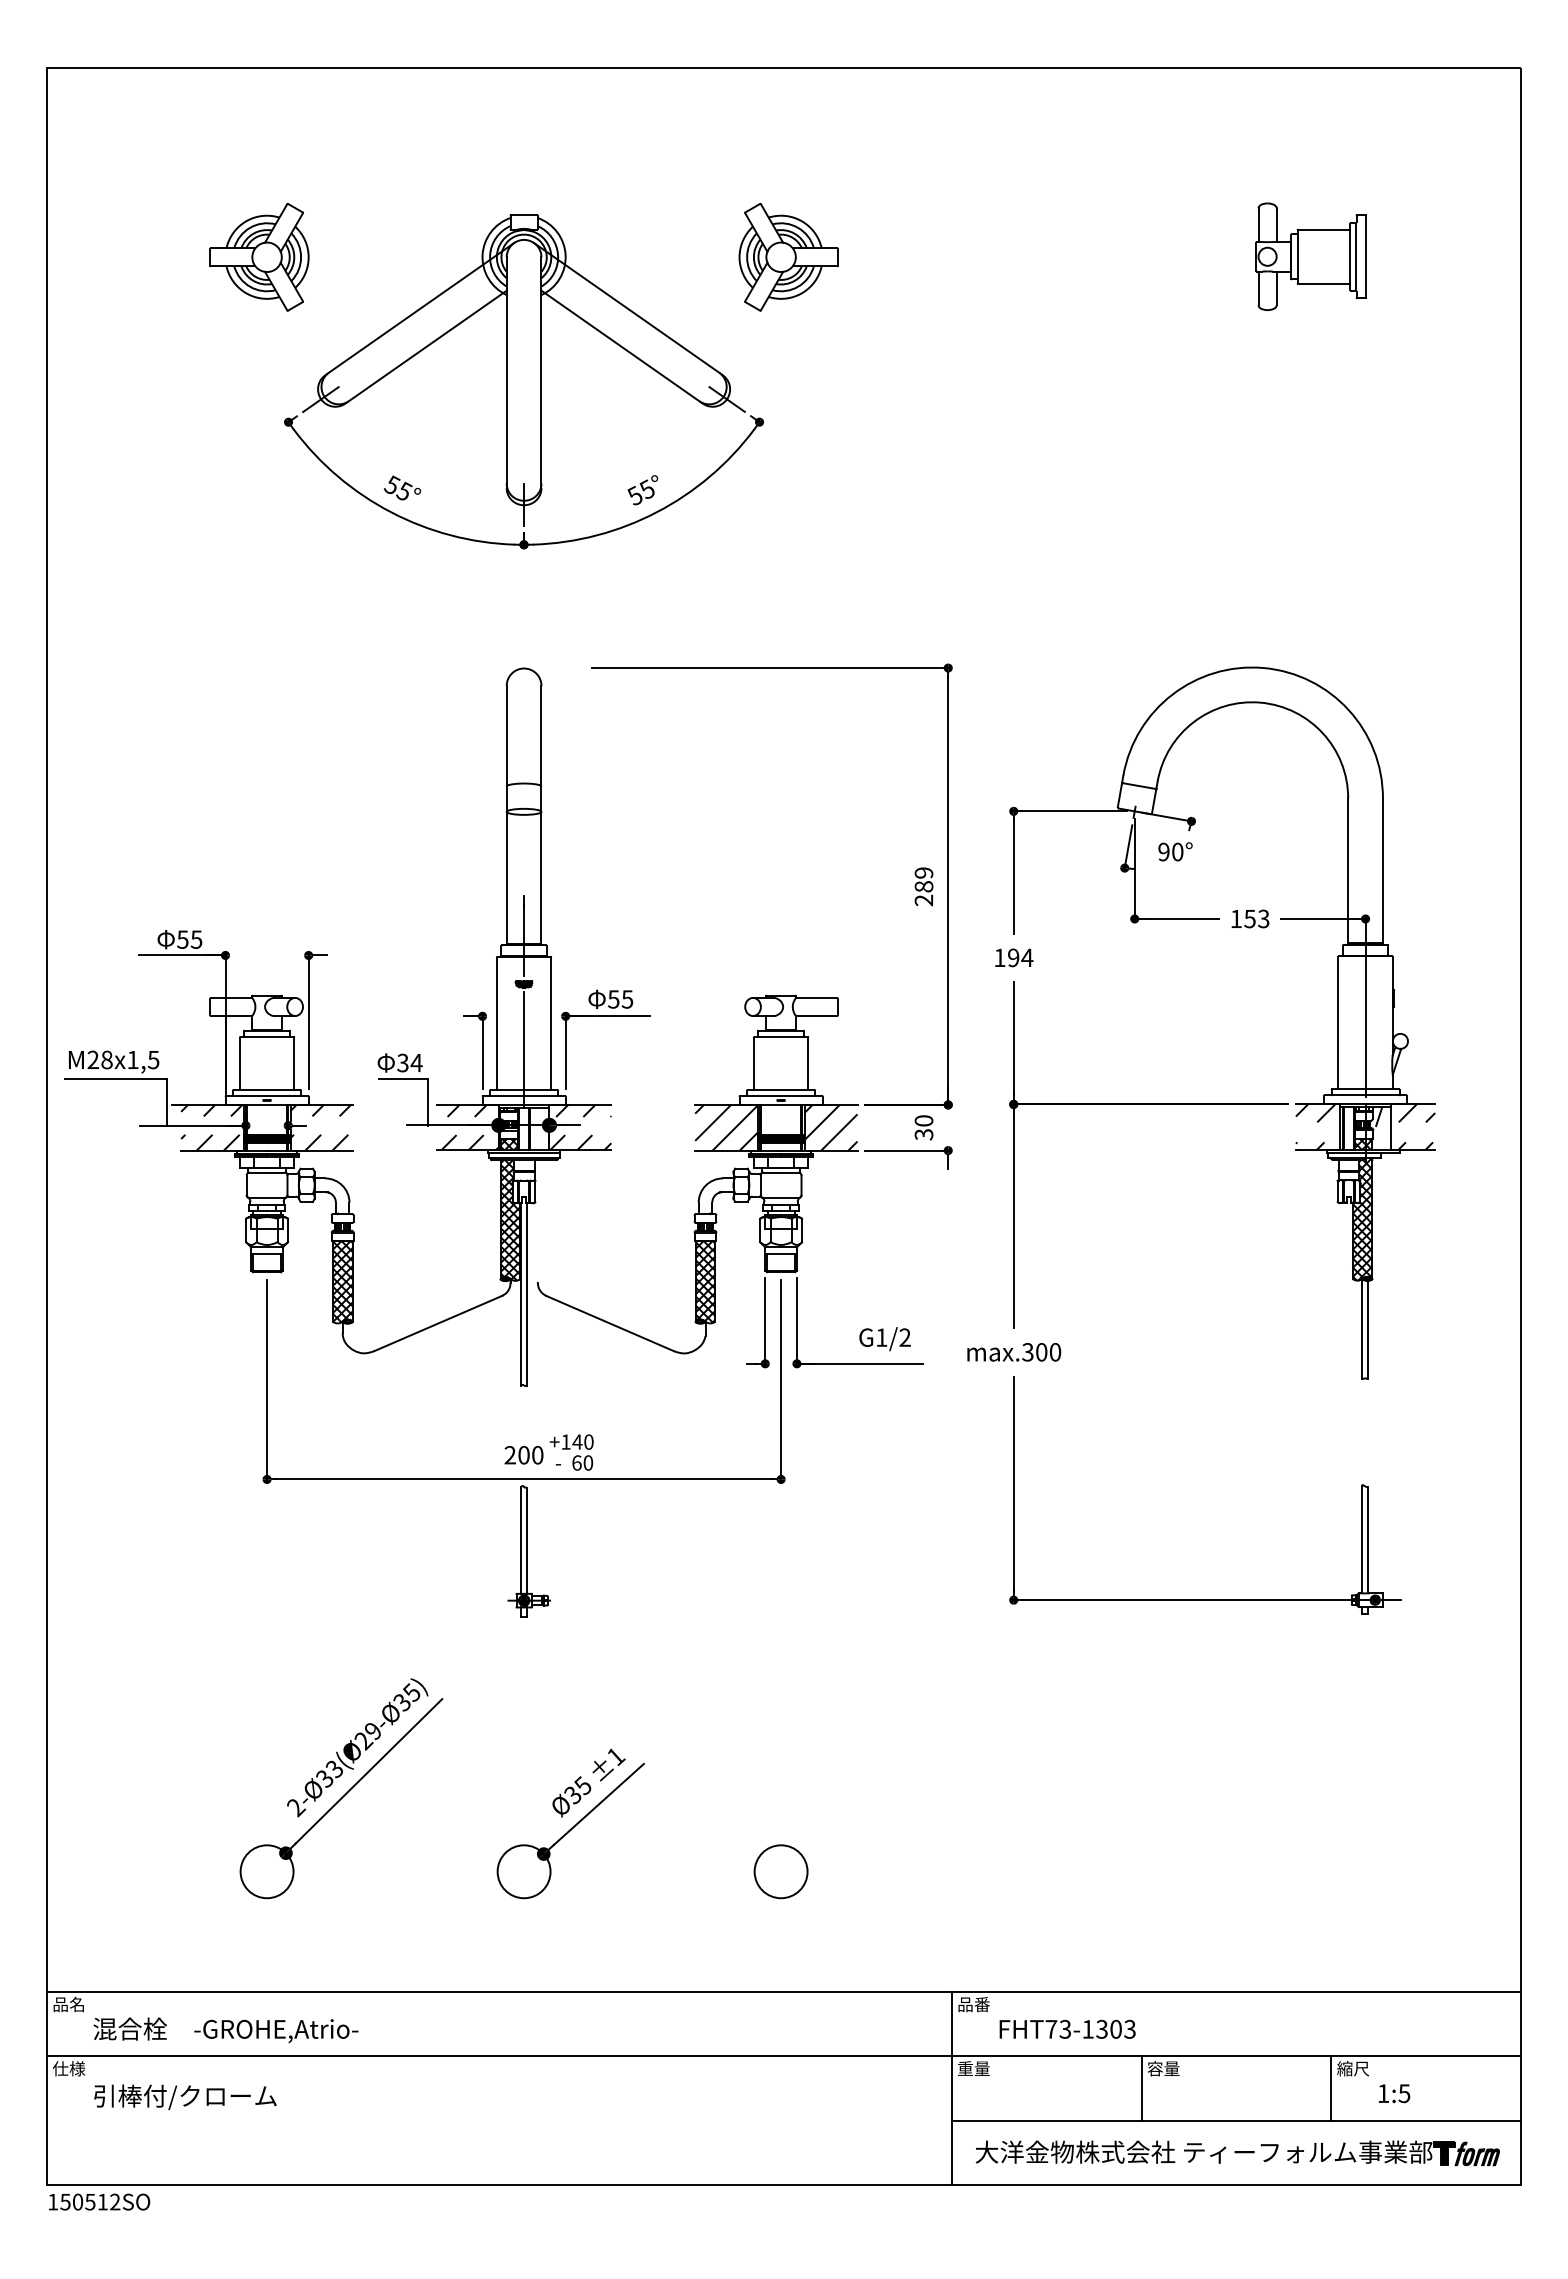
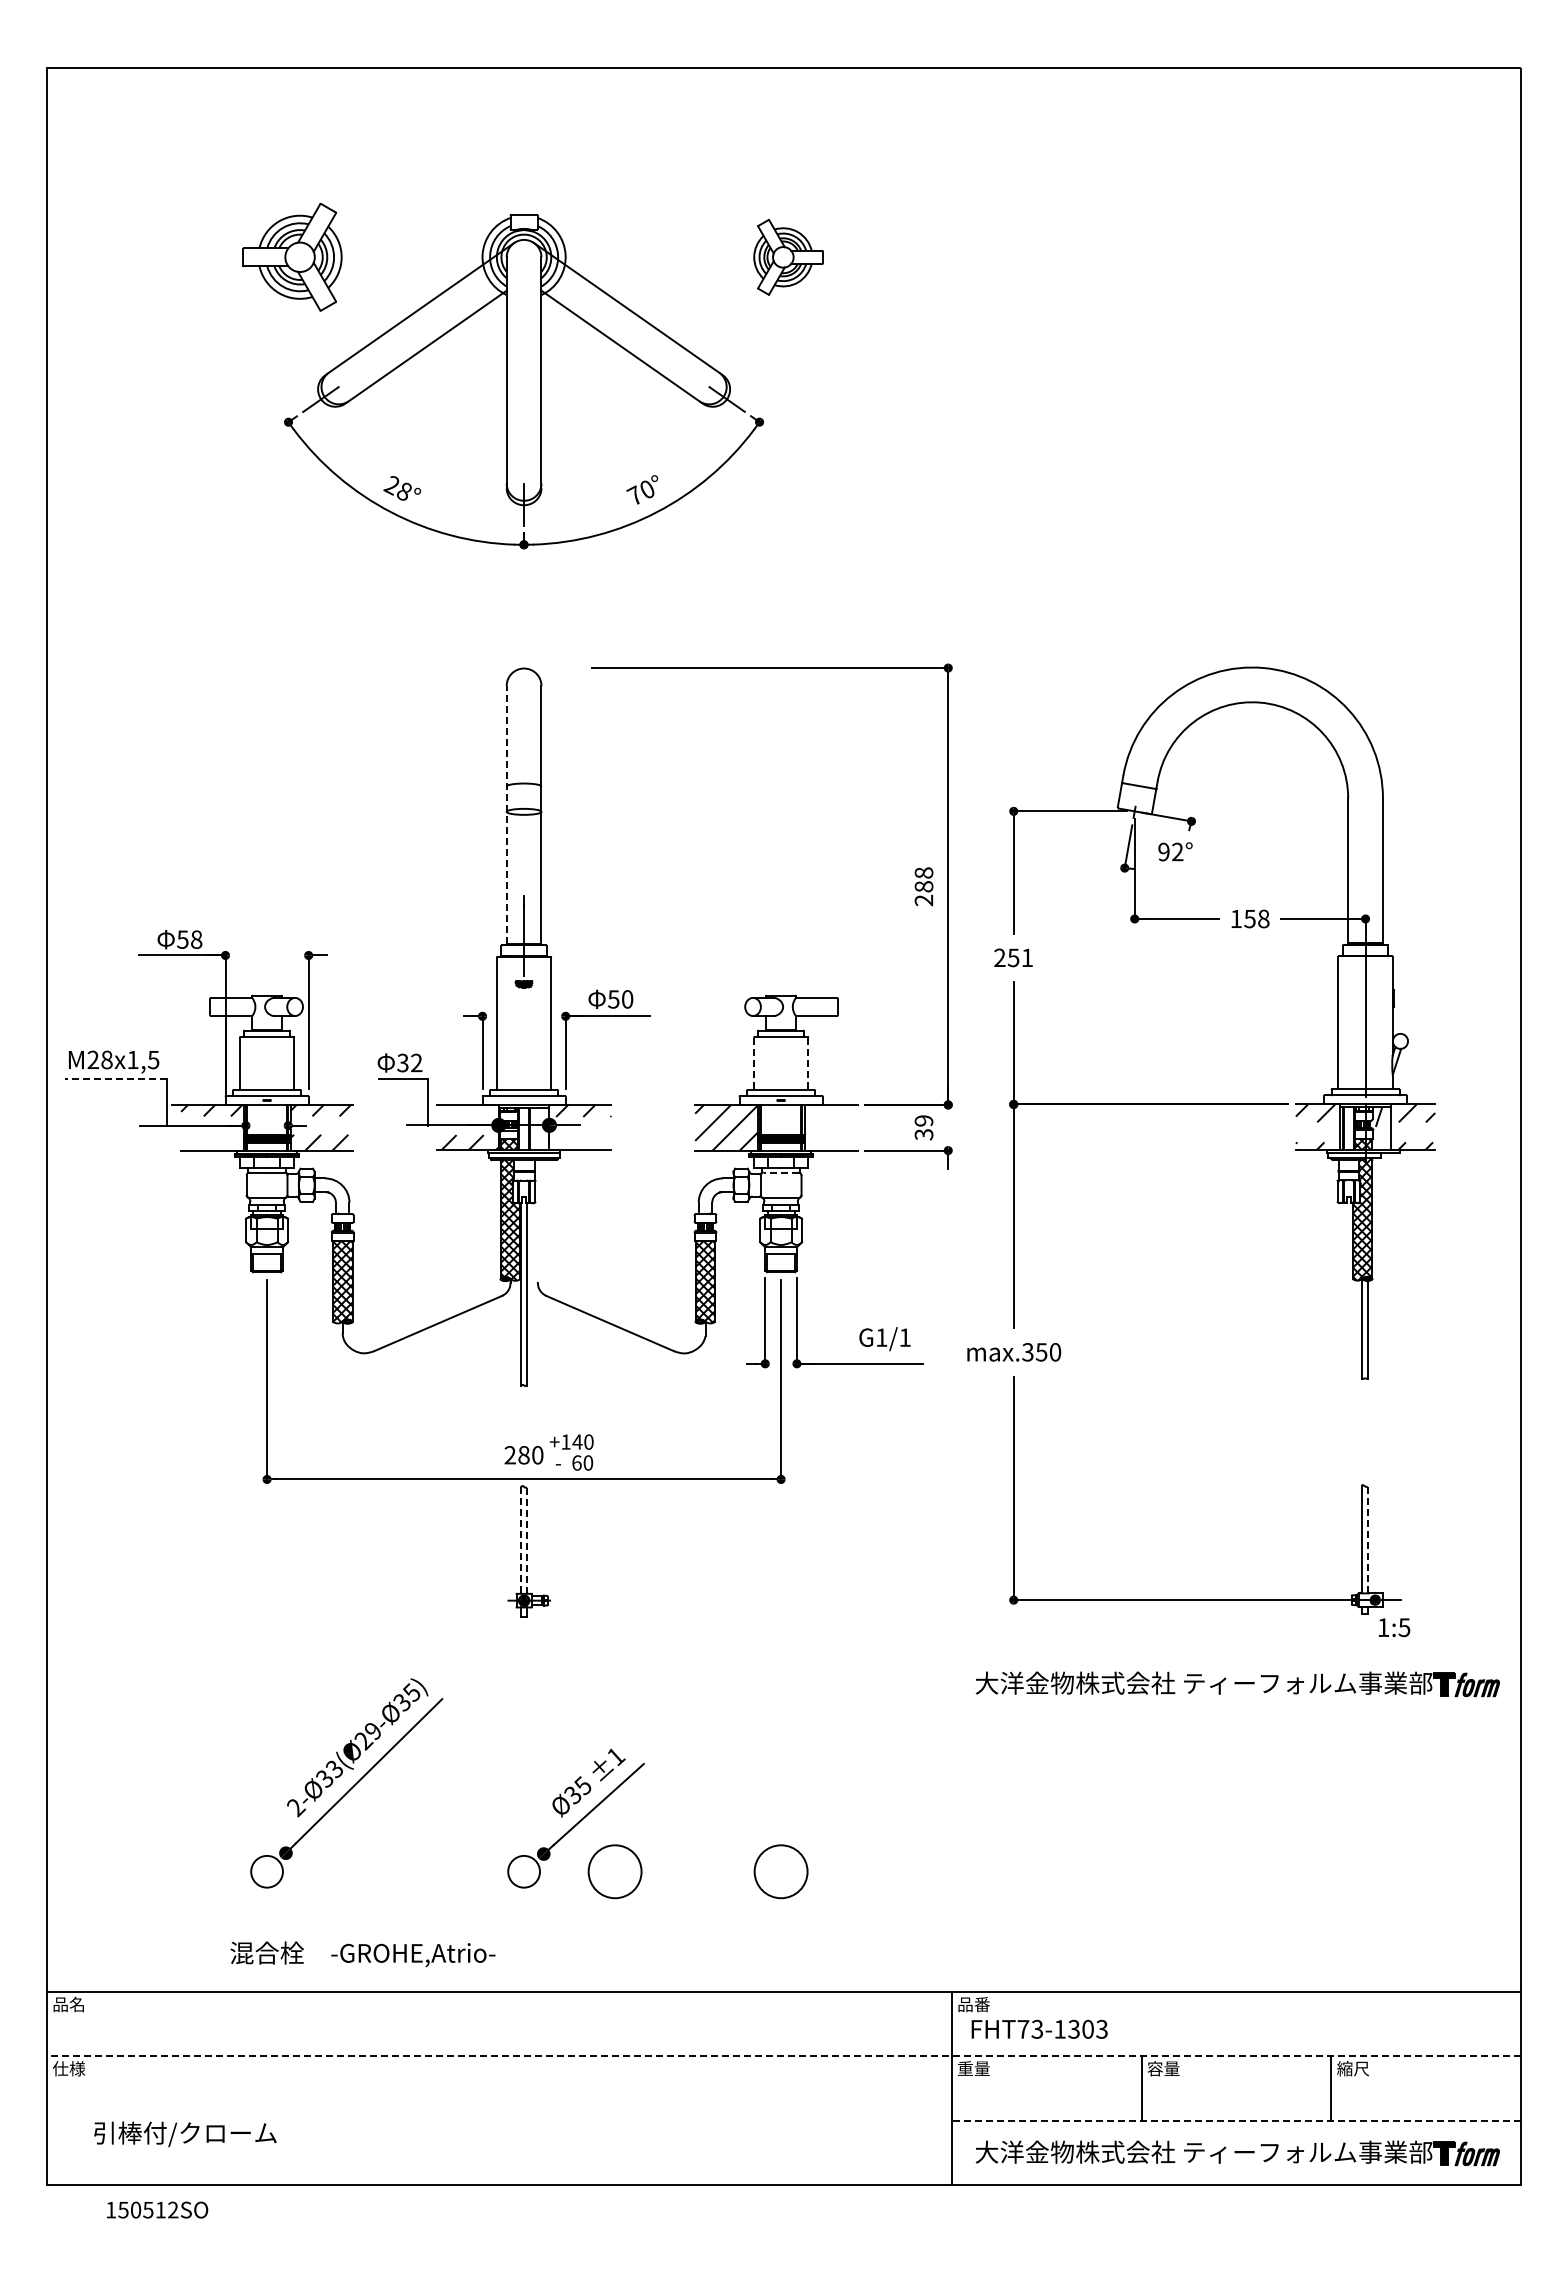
part at (1310, 256): present -> none
part at (259, 257) position: (259, 257) -> (292, 257)
part at (788, 257) size: 101x109 px -> 71x77 px
text at (397, 487): 55° -> 28°
text at (640, 492): 55° -> 70°
line at (506, 814): solid -> dashed
text at (1177, 851): 90° -> 92°
text at (923, 872): 289 -> 288
text at (1263, 918): 153 -> 158
text at (196, 939): 55 -> 58
text at (1013, 957): 194 -> 251
text at (627, 999): 55 -> 50
line at (524, 1049): present -> none
text at (416, 1062): 34 -> 32
line at (753, 1064): solid -> dashed
line at (808, 1064): solid -> dashed
line at (116, 1078): solid -> dashed
hatch at (466, 1110): present -> none
text at (923, 1120): 30 -> 39
hatch at (830, 1127): present -> none
hatch at (210, 1142): present -> none
hatch at (580, 1142): present -> none
line at (780, 1172): solid -> dashed
text at (904, 1337): G1/2 -> G1/1
text at (1041, 1352): max.300 -> max.350
text at (523, 1455): 200 -> 280
line at (1367, 1539): solid -> dashed
line at (521, 1541): solid -> dashed
line at (527, 1541): solid -> dashed
part at (1237, 1684): none -> present
circle at (266, 1871) diameter: 53 px -> 32 px
circle at (523, 1871) diameter: 53 px -> 32 px
circle at (614, 1871): none -> present
text at (1067, 2028) position: (1067, 2028) -> (1039, 2028)
text at (225, 2030) position: (225, 2030) -> (362, 1954)
line at (783, 2056): solid -> dashed
text at (1394, 2093) position: (1394, 2093) -> (1394, 1627)
text at (185, 2096) position: (185, 2096) -> (185, 2133)
line at (1236, 2120): solid -> dashed
text at (99, 2201) position: (99, 2201) -> (157, 2209)
